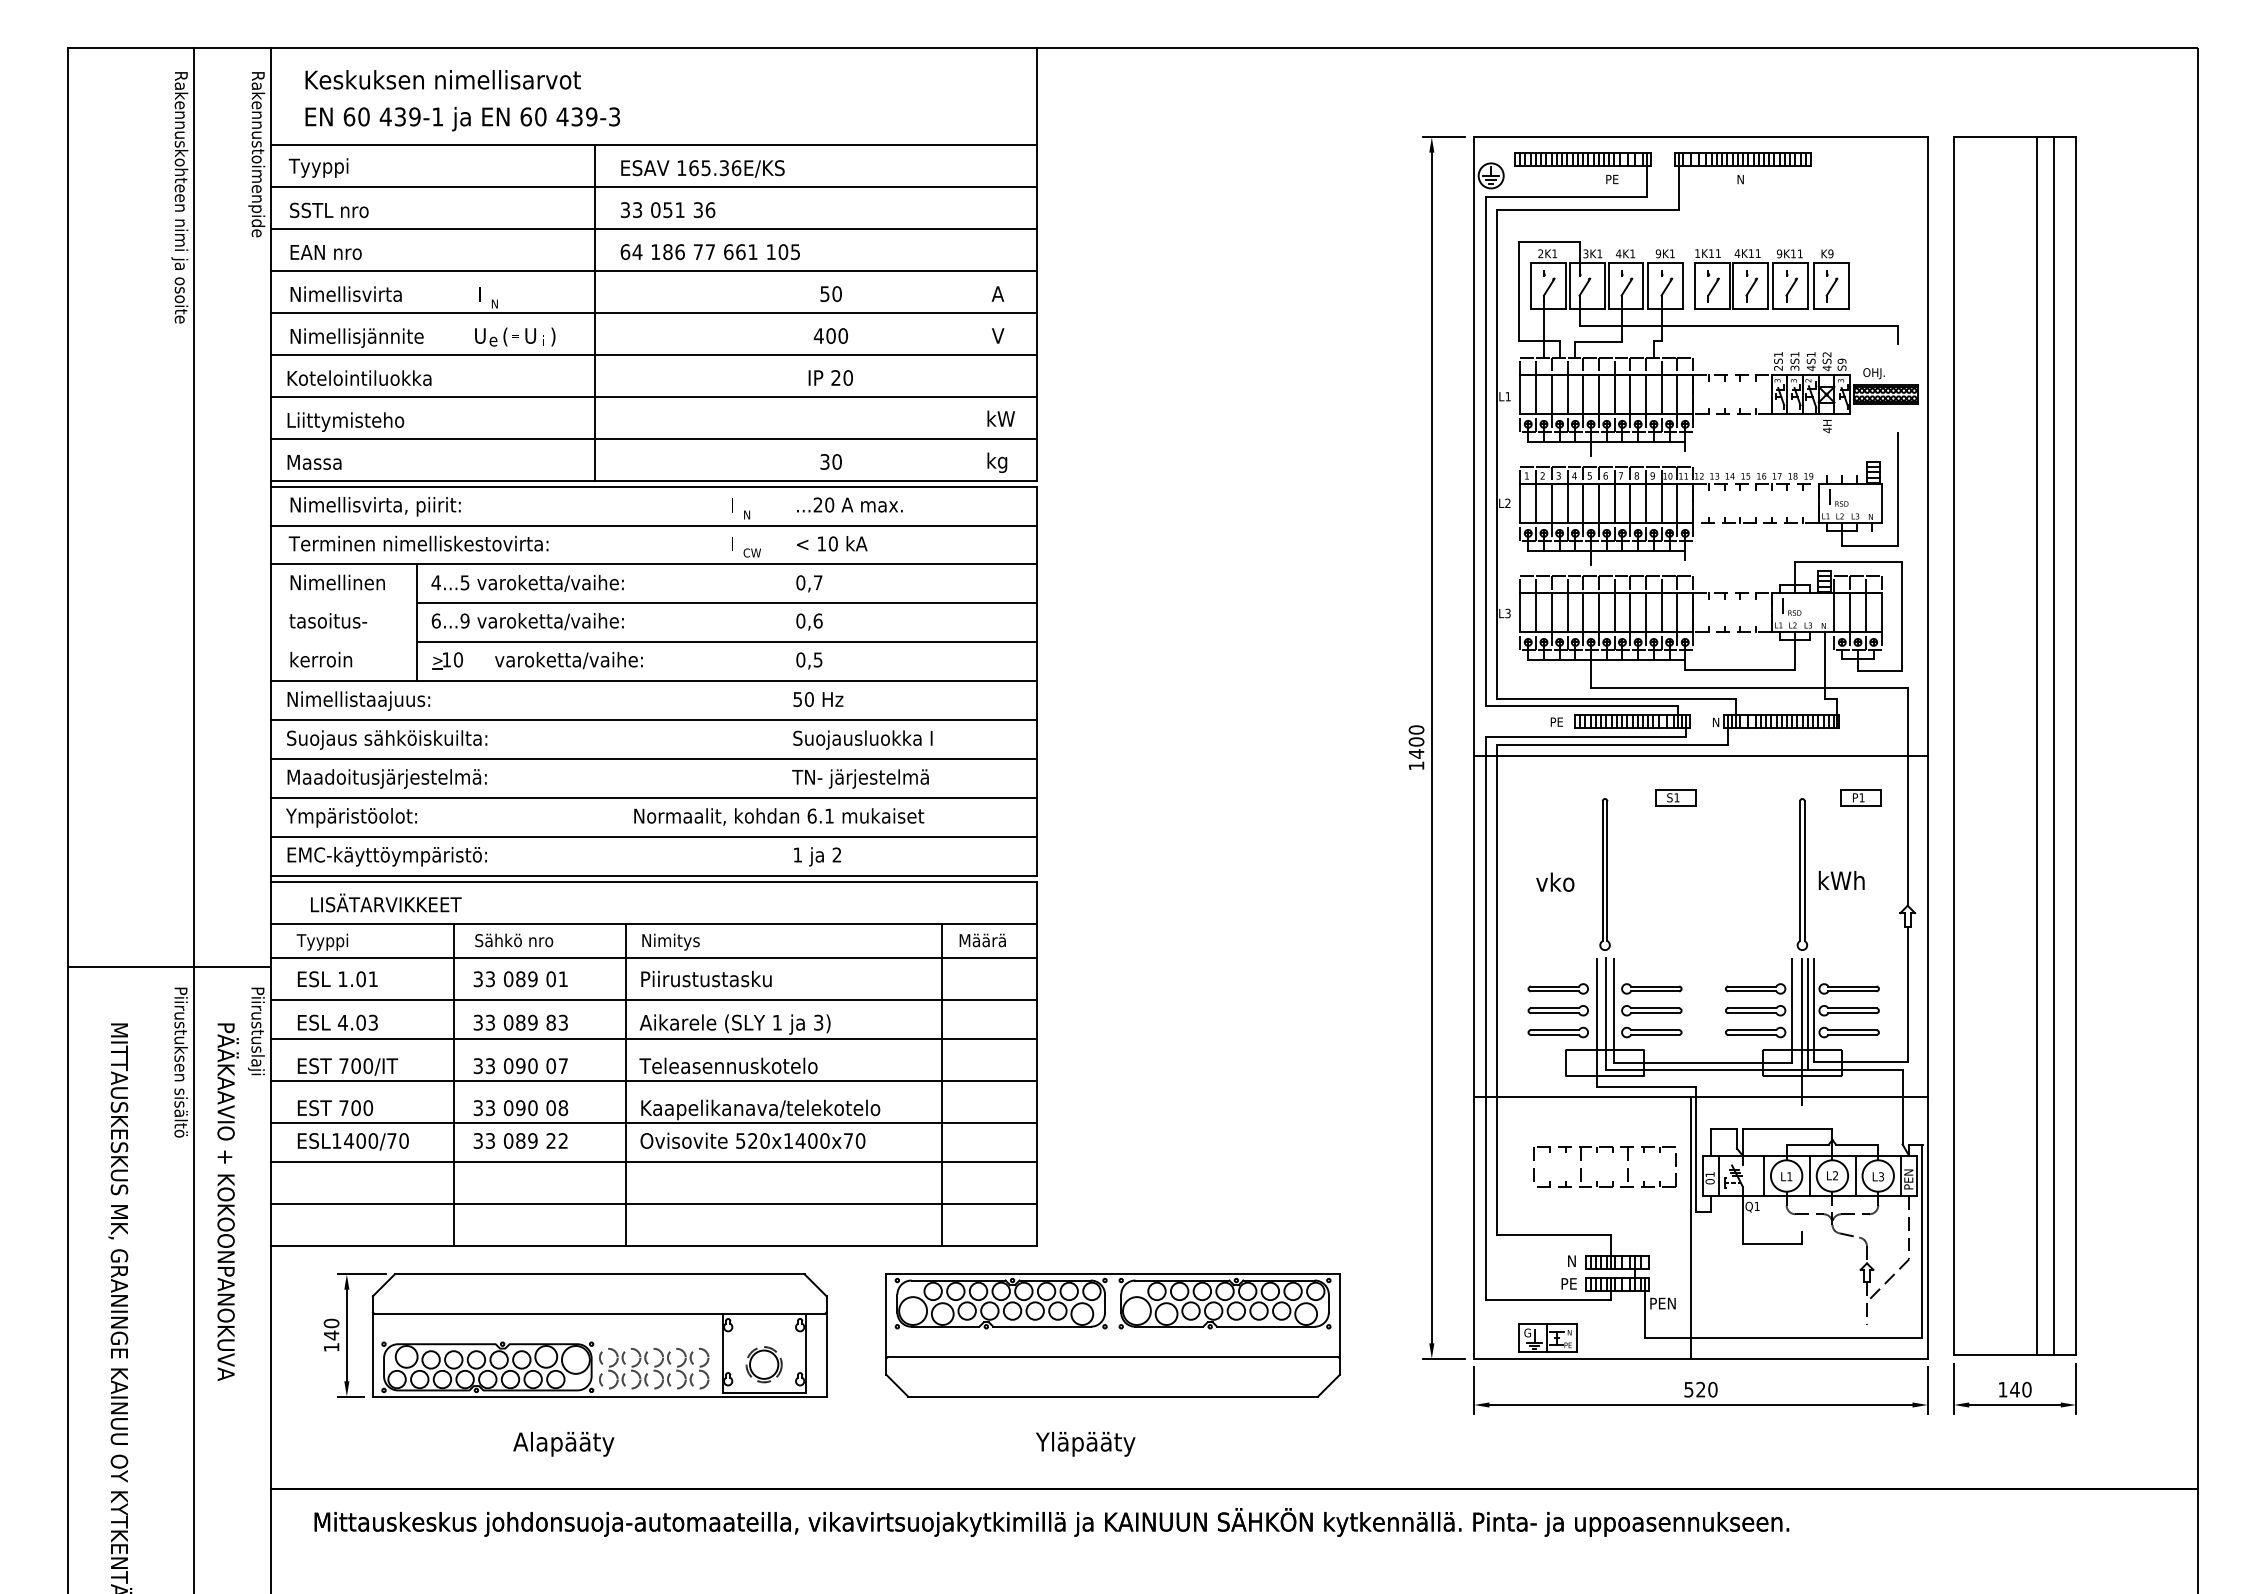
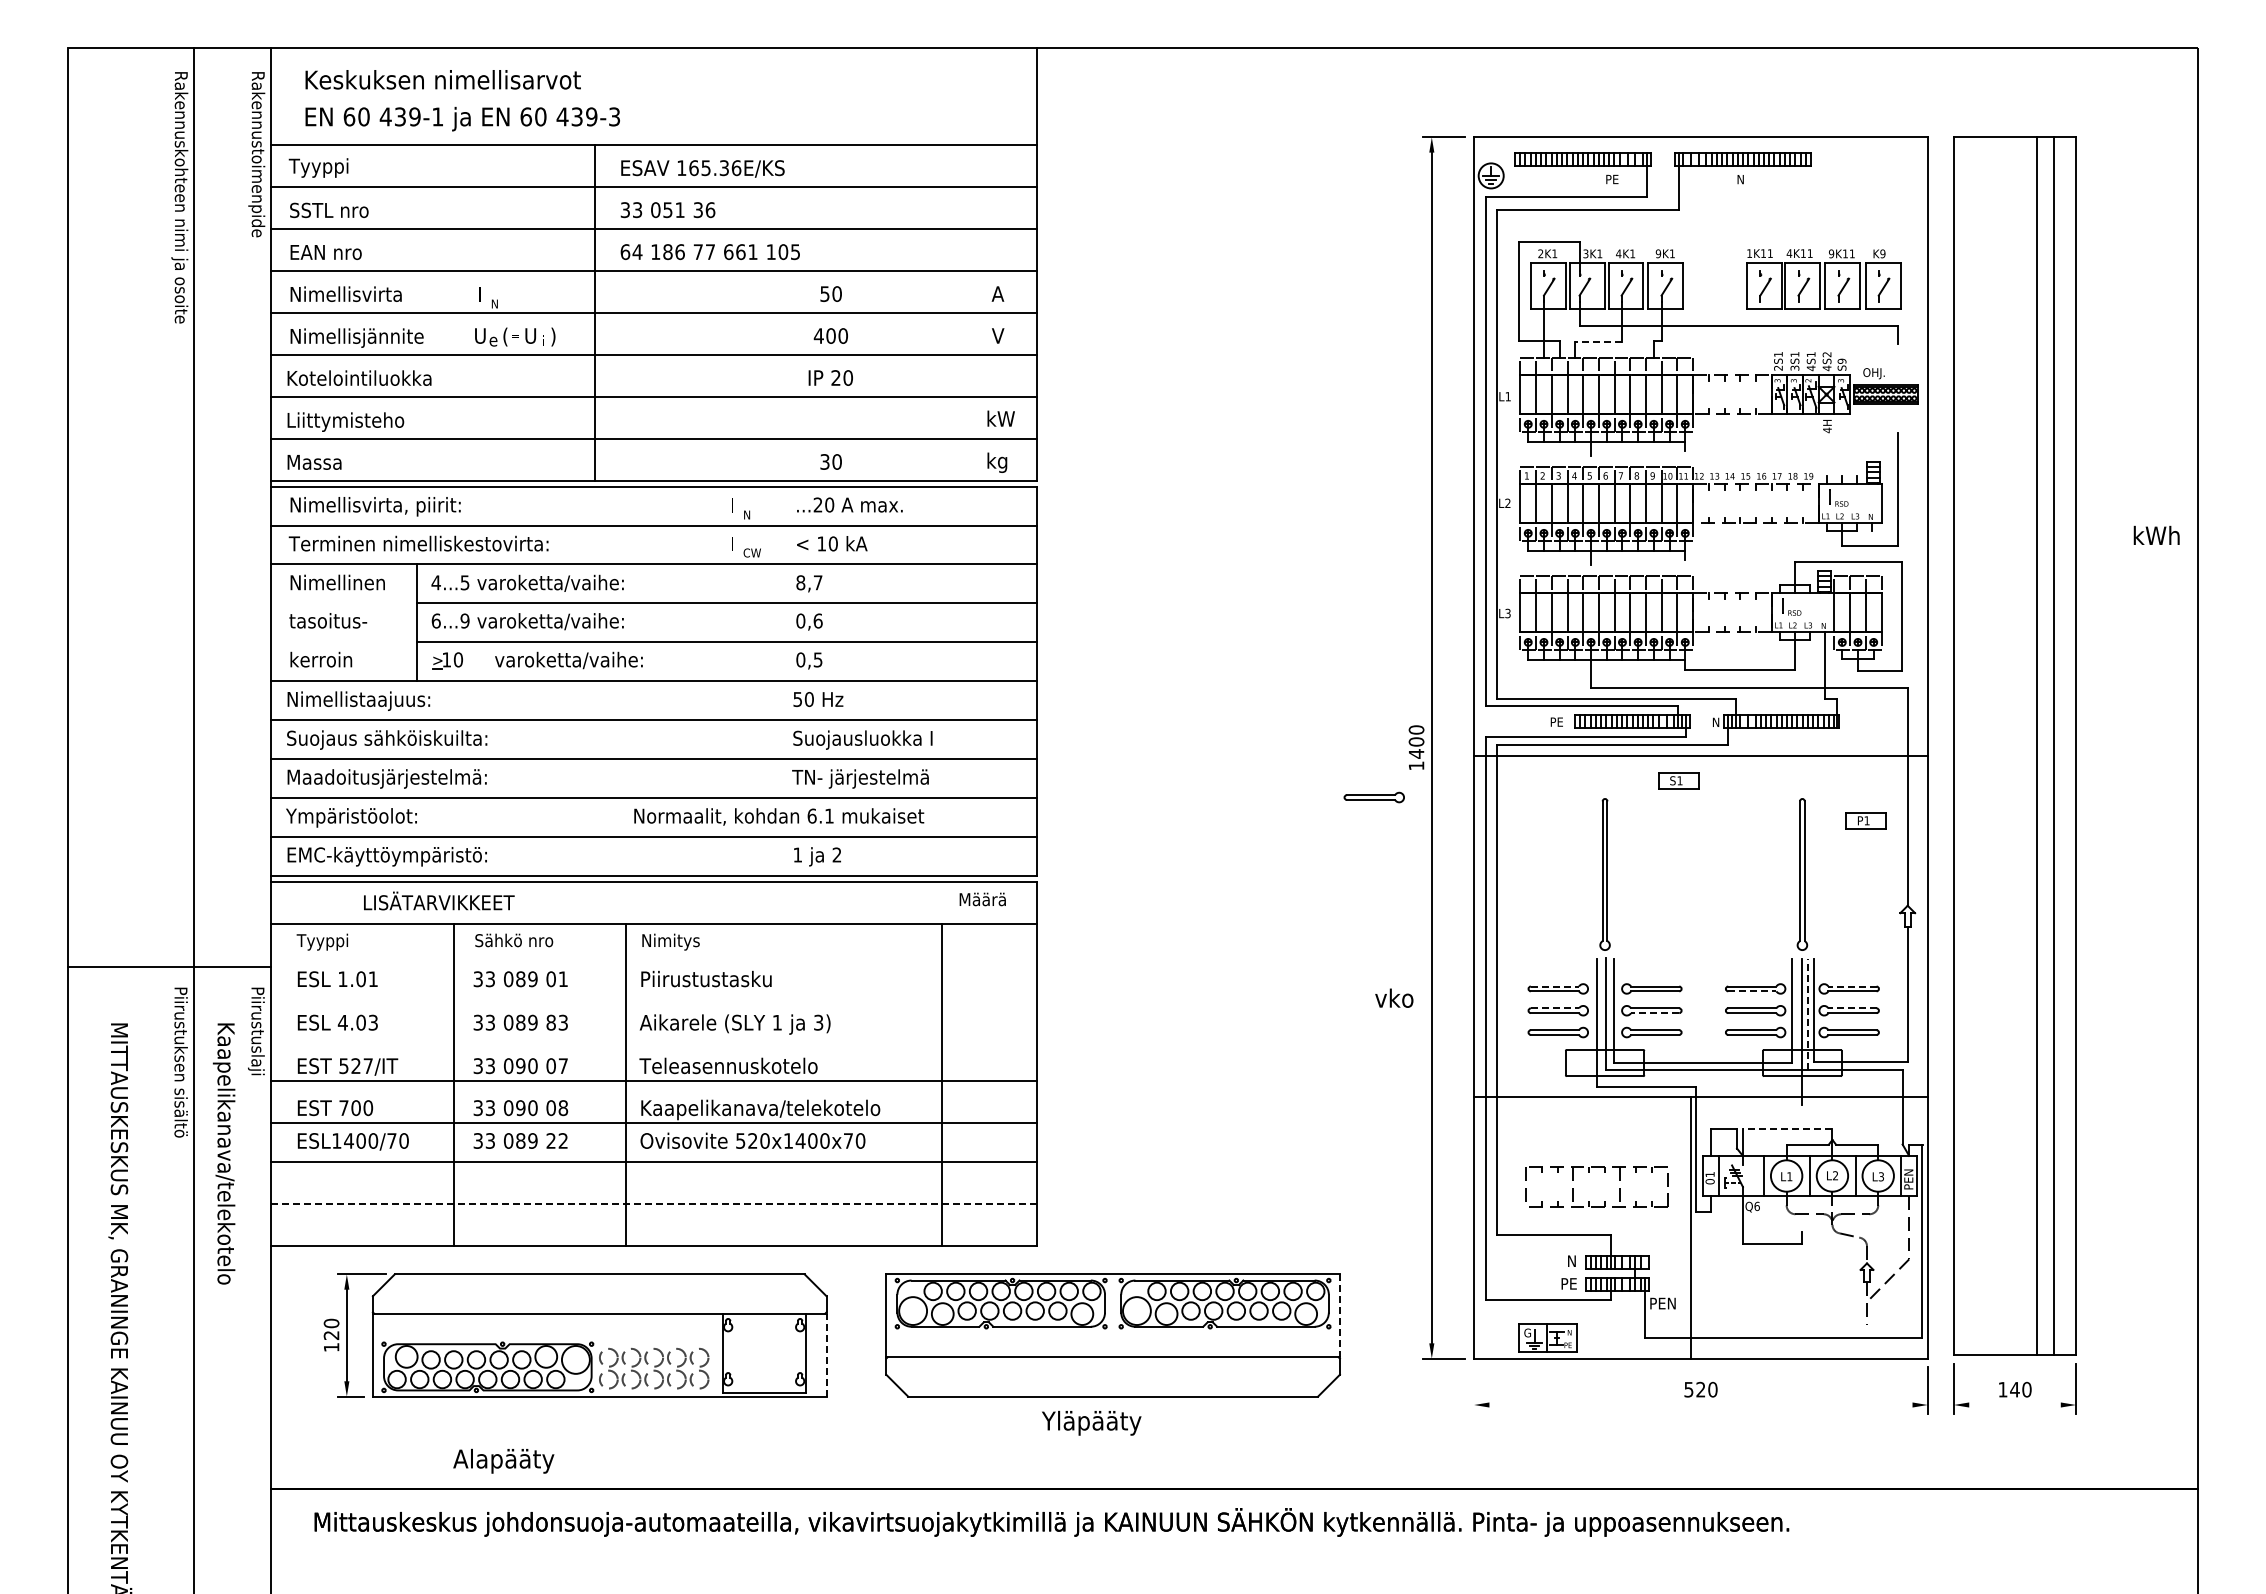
part at (1771, 279) position: (1771, 279) -> (1823, 279)
line at (1598, 341): solid -> dashed
text at (800, 582): 0,7 -> 8,7
part at (1373, 797): none -> present
part at (1675, 797) position: (1675, 797) -> (1678, 780)
part at (1860, 797) position: (1860, 797) -> (1865, 820)
text at (1841, 879) position: (1841, 879) -> (2156, 534)
text at (1555, 881) position: (1555, 881) -> (1394, 997)
text at (386, 902) position: (386, 902) -> (439, 900)
text at (982, 940) position: (982, 940) -> (982, 899)
line at (654, 958): present -> none
line at (1555, 986): solid -> dashed
line at (1851, 986): solid -> dashed
line at (1752, 991): solid -> dashed
line at (654, 1000): present -> none
line at (1555, 1008): solid -> dashed
line at (1851, 1008): solid -> dashed
line at (1654, 1013): solid -> dashed
line at (1807, 1014): solid -> dashed
line at (654, 1039): present -> none
text at (356, 1066): 700/IT -> 527/IT
line at (1787, 1128): solid -> dashed
part at (1597, 1152) position: (1597, 1152) -> (1589, 1172)
text at (225, 1202): PÄÄKAAVIO + KOKOONPANOKUVA -> Kaapelikanava/telekotelo
line at (654, 1204): solid -> dashed
text at (1756, 1206): Q1 -> Q6
line at (1339, 1316): solid -> dashed
text at (331, 1335): 140 -> 120
line at (826, 1354): solid -> dashed
part at (763, 1364): present -> none
line at (1474, 1390): present -> none
line at (1700, 1405): present -> none
line at (2014, 1405): present -> none
text at (563, 1443) position: (563, 1443) -> (503, 1460)
text at (1085, 1443) position: (1085, 1443) -> (1091, 1422)
